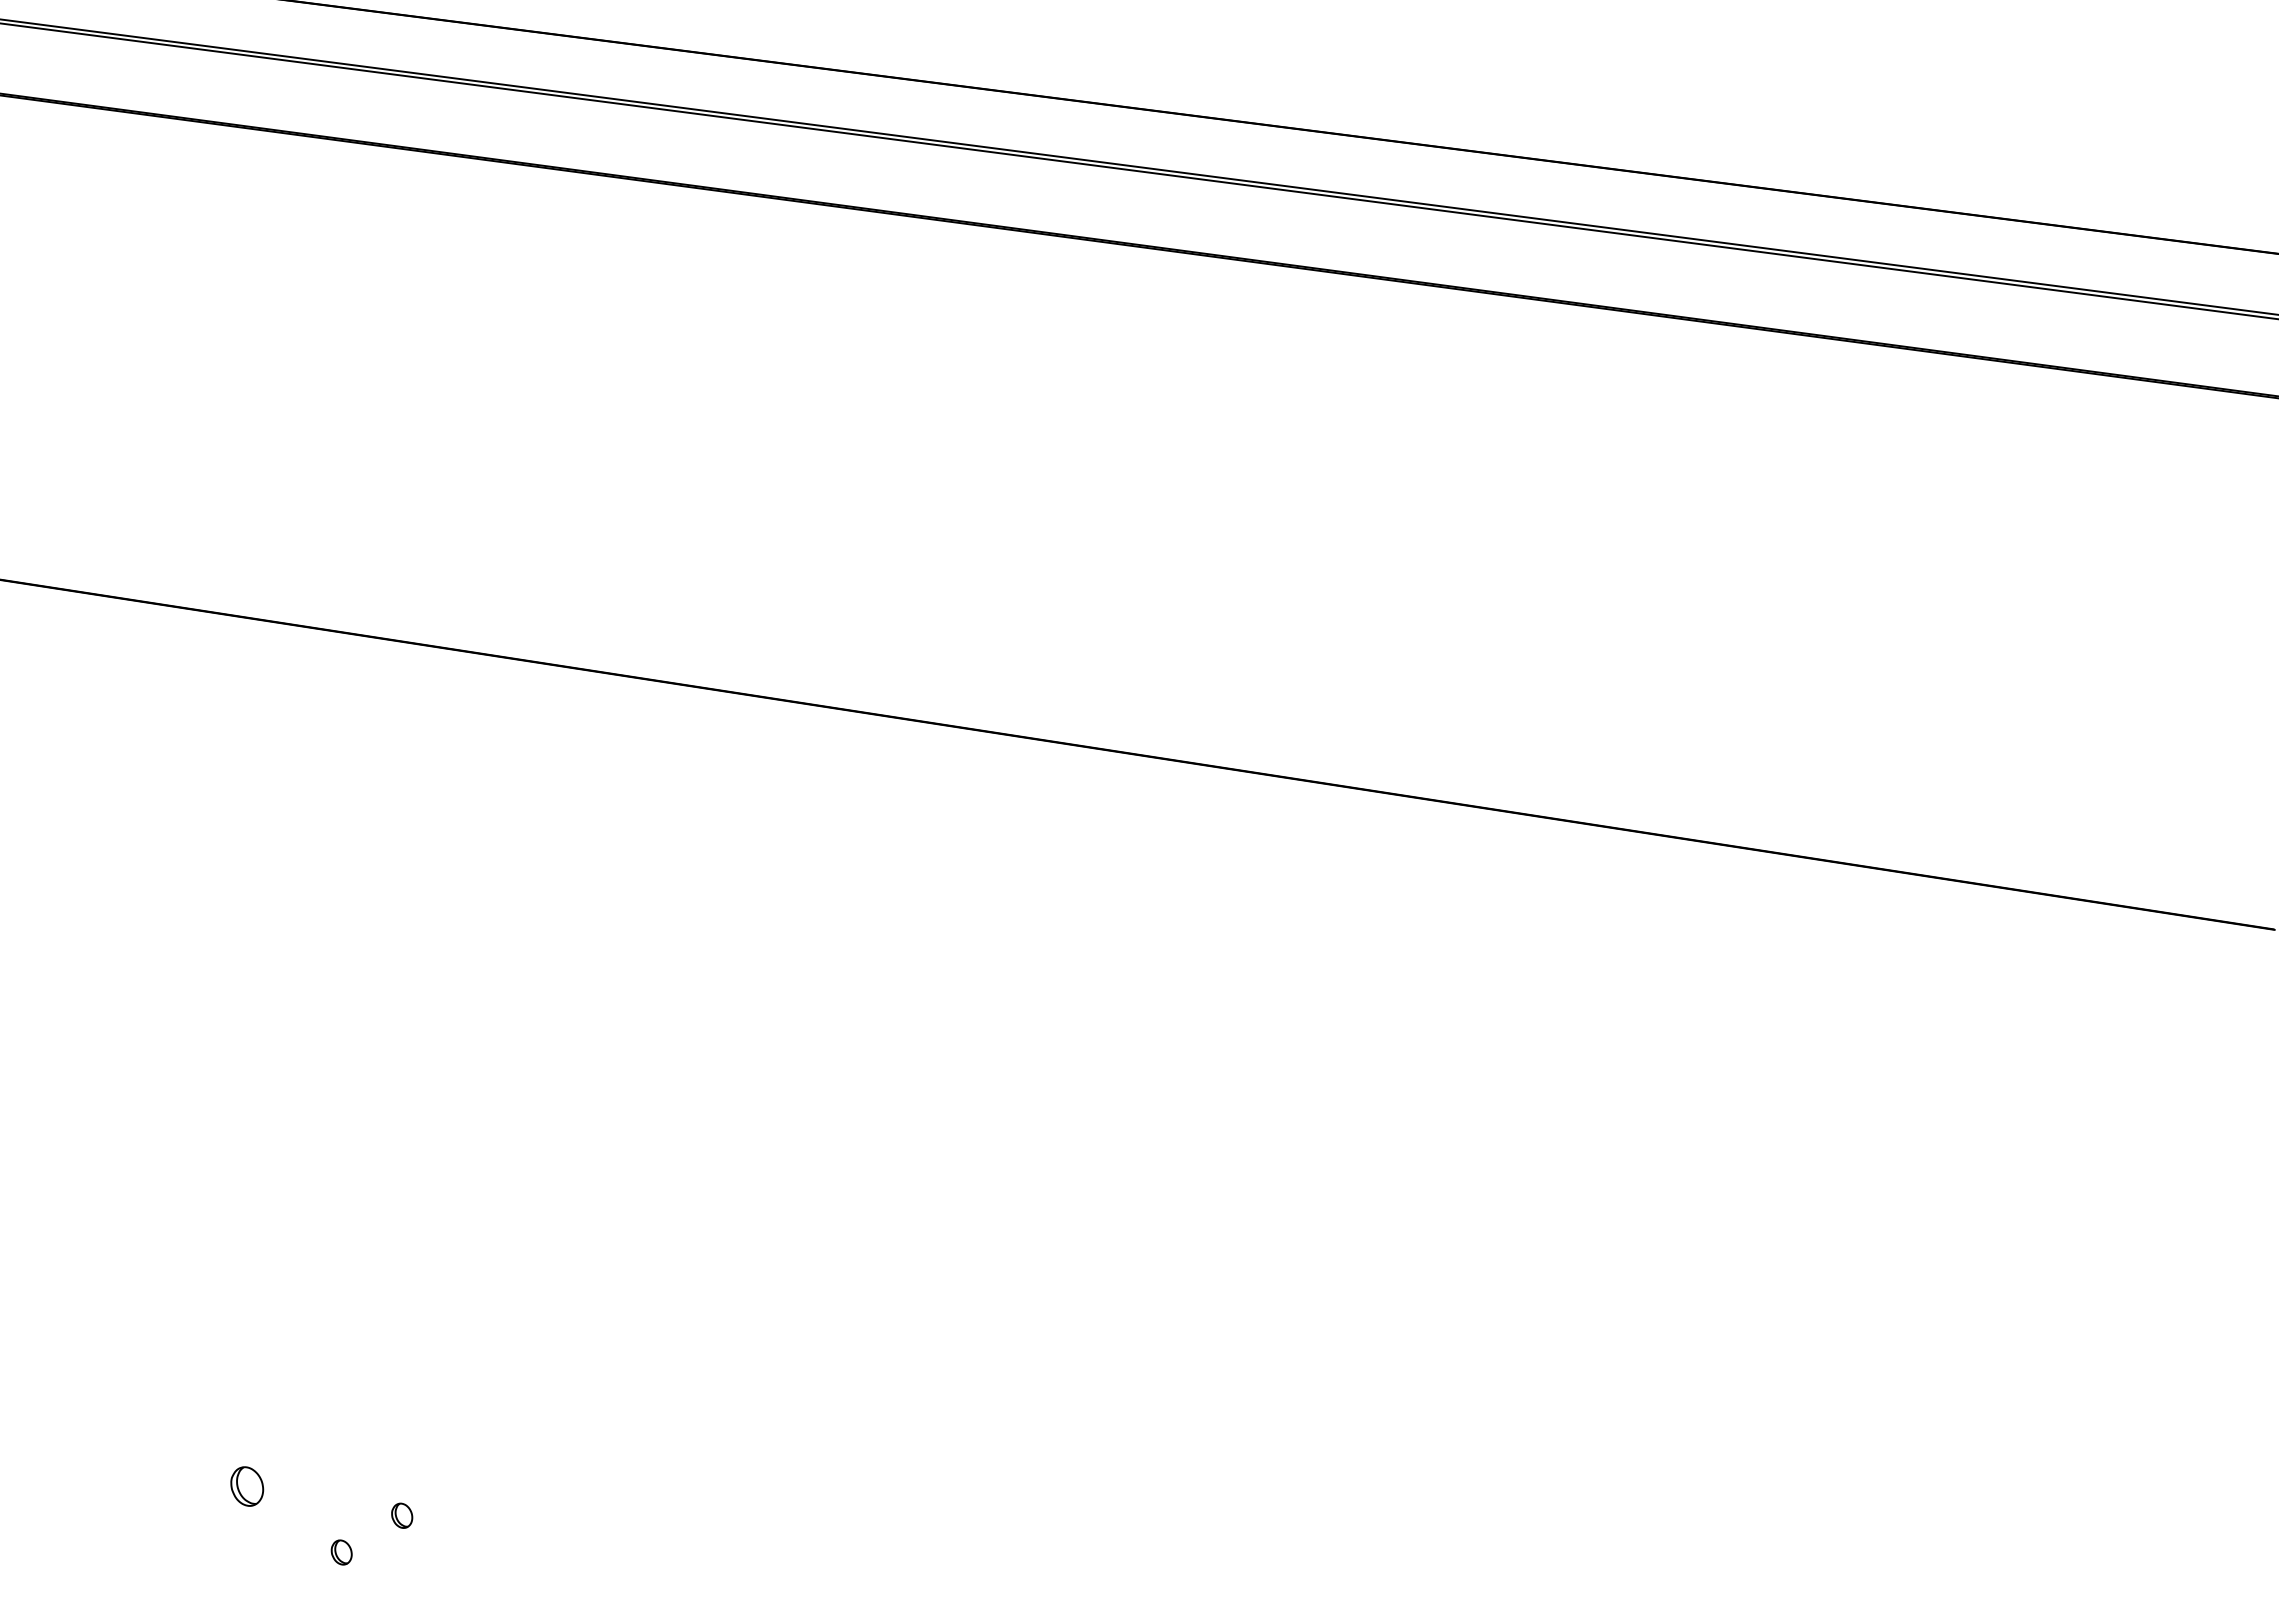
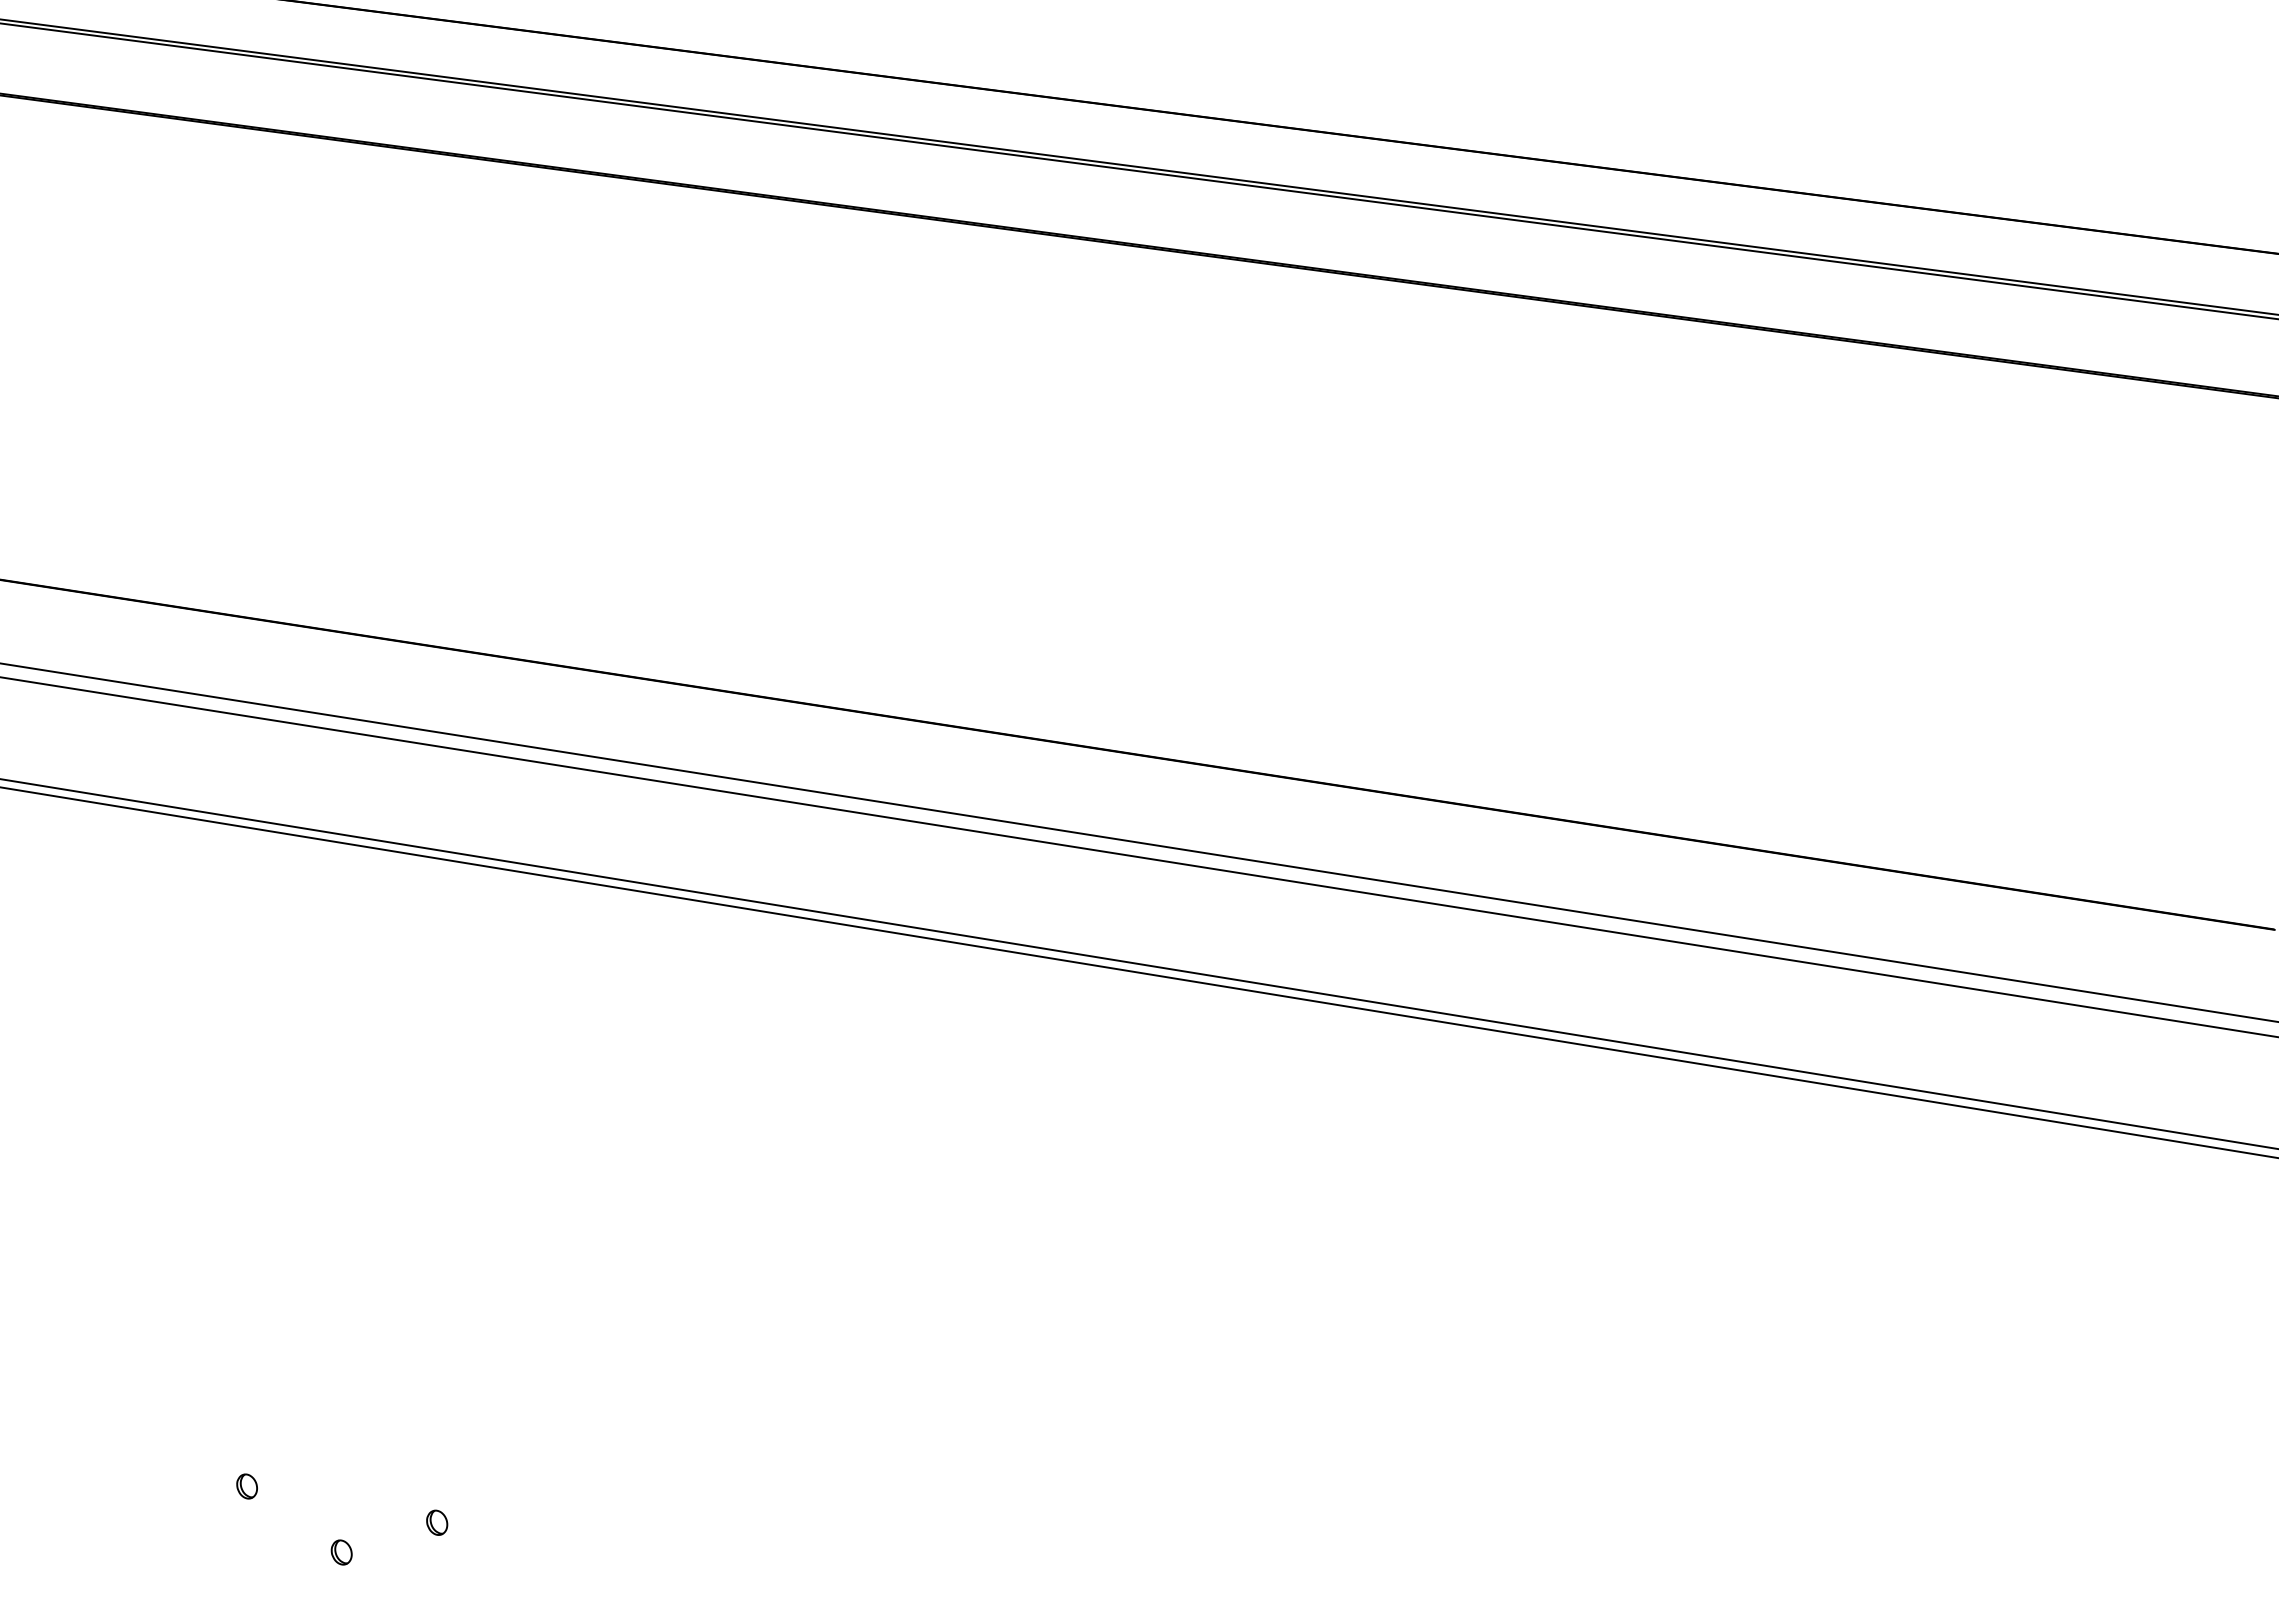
line at (1138, 842): none -> present
line at (1138, 856): none -> present
line at (1138, 963): none -> present
line at (1138, 972): none -> present
part at (247, 1486) size: 35x41 px -> 22x27 px
part at (402, 1515) position: (402, 1515) -> (437, 1522)
